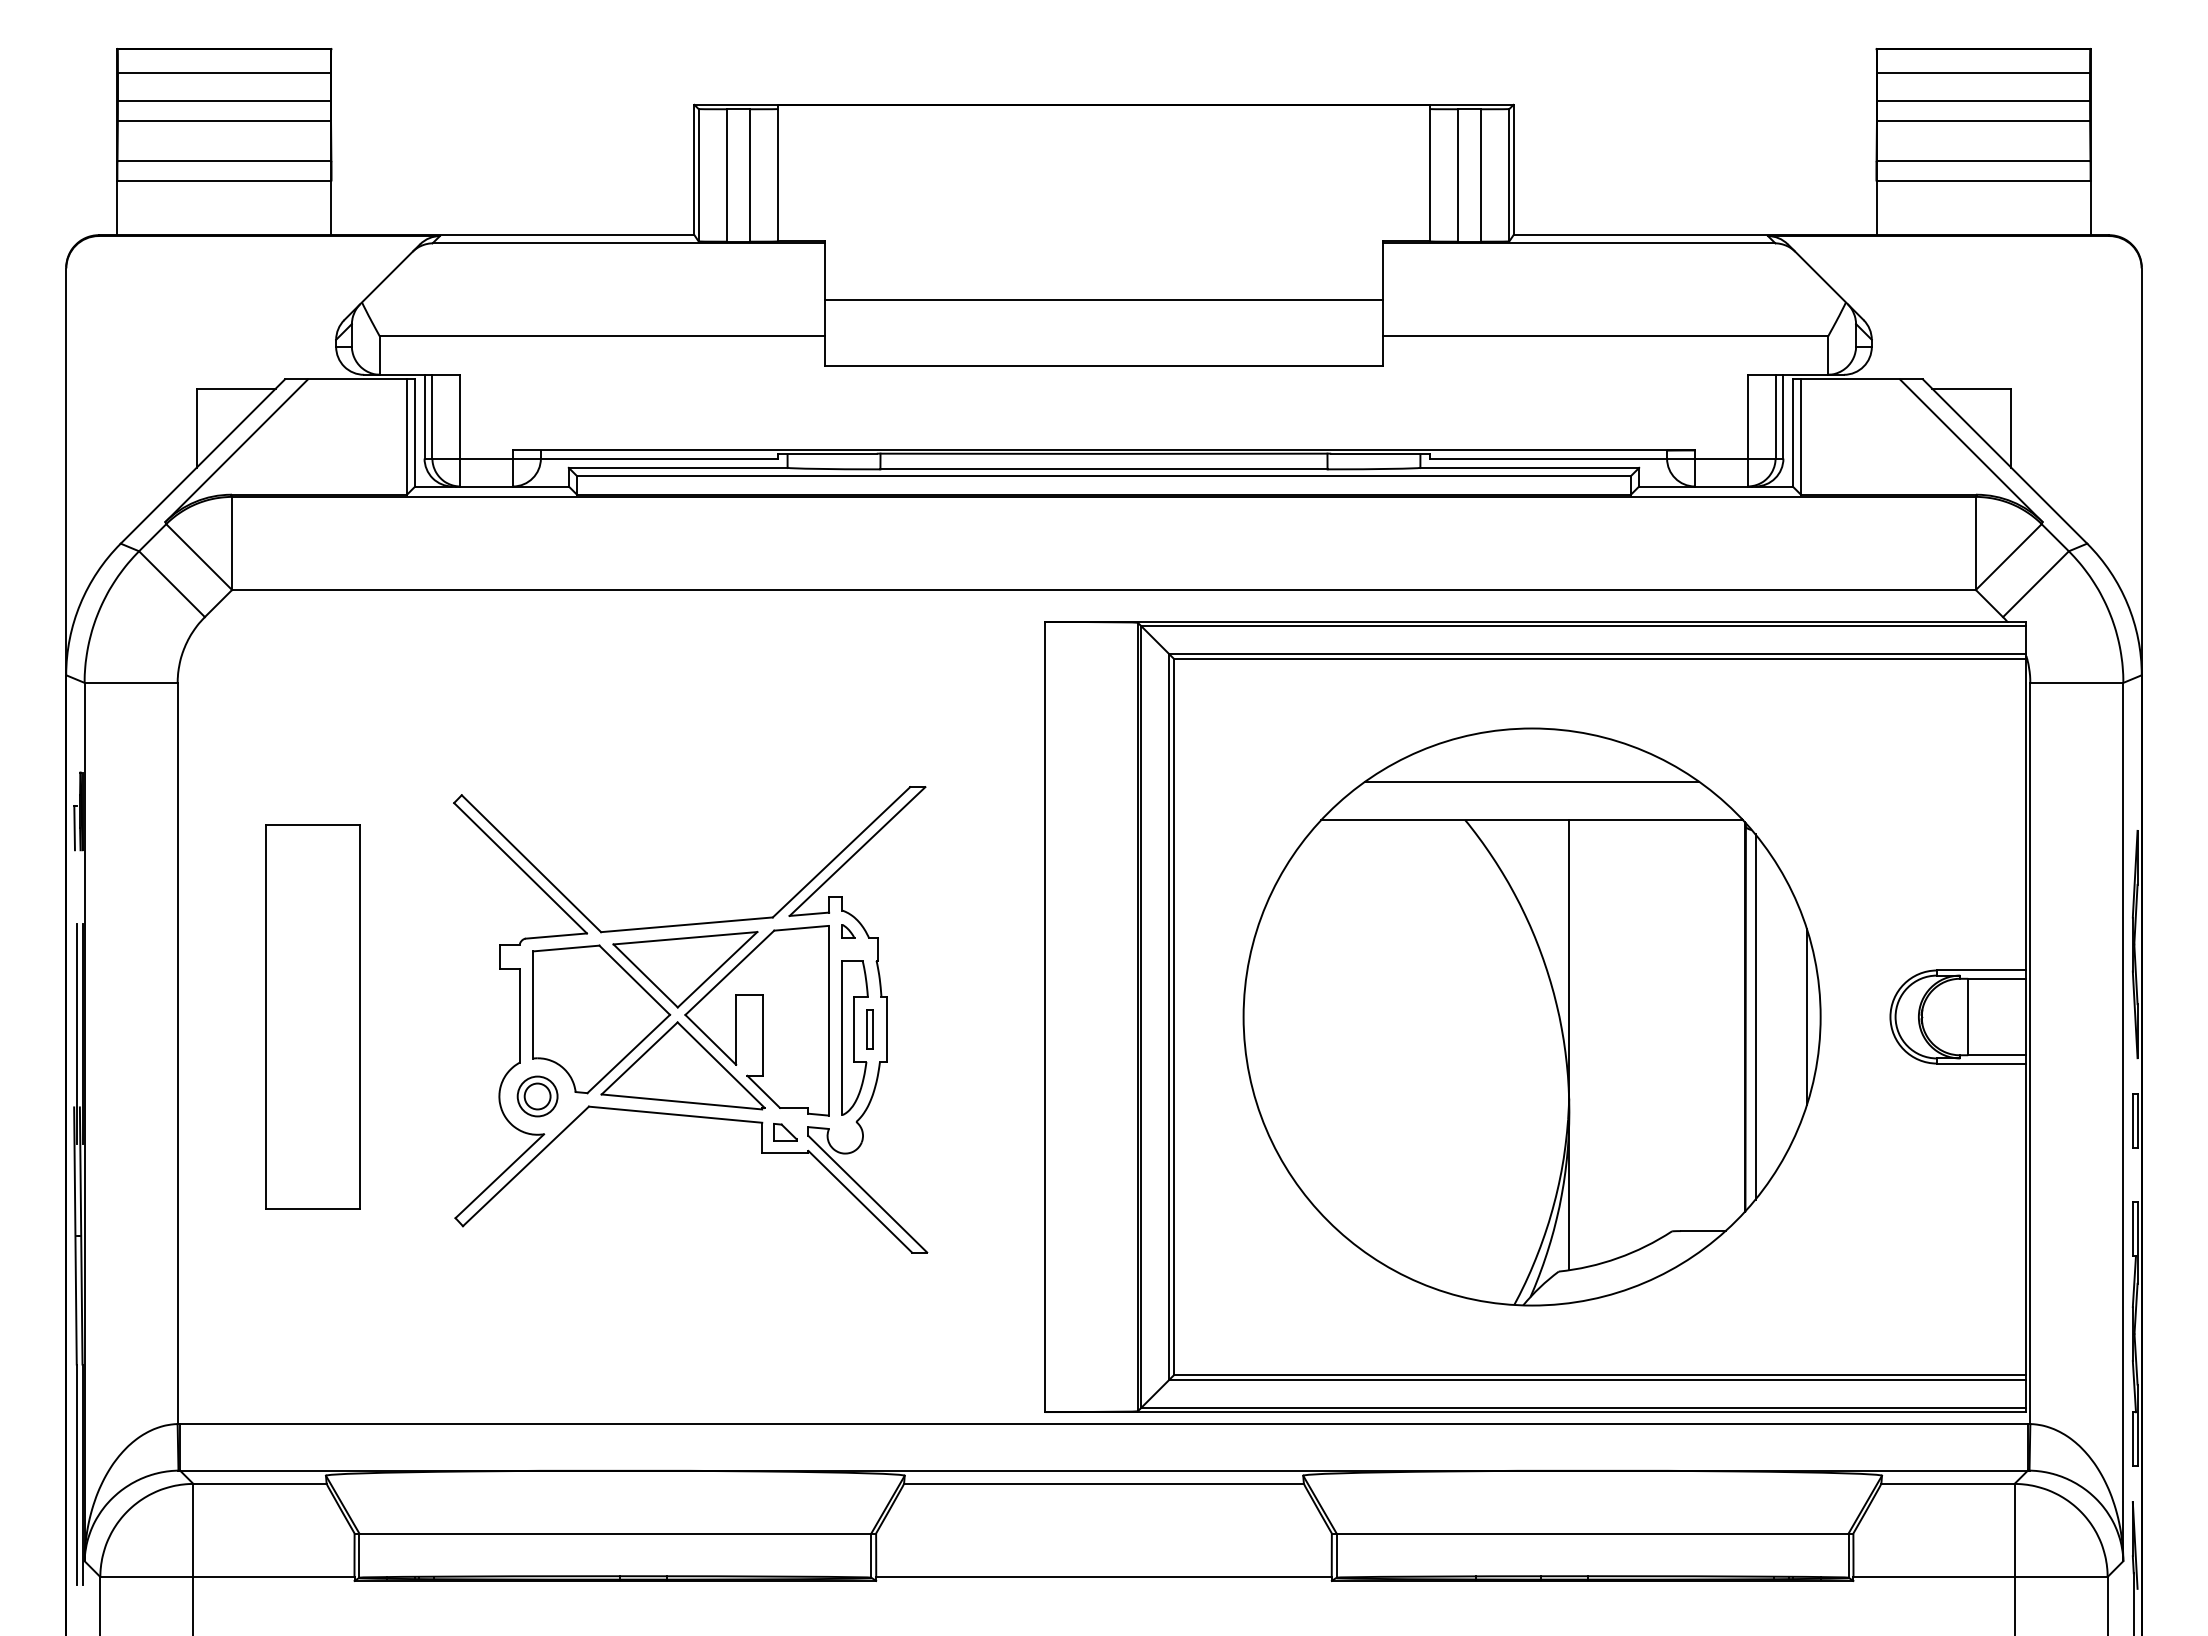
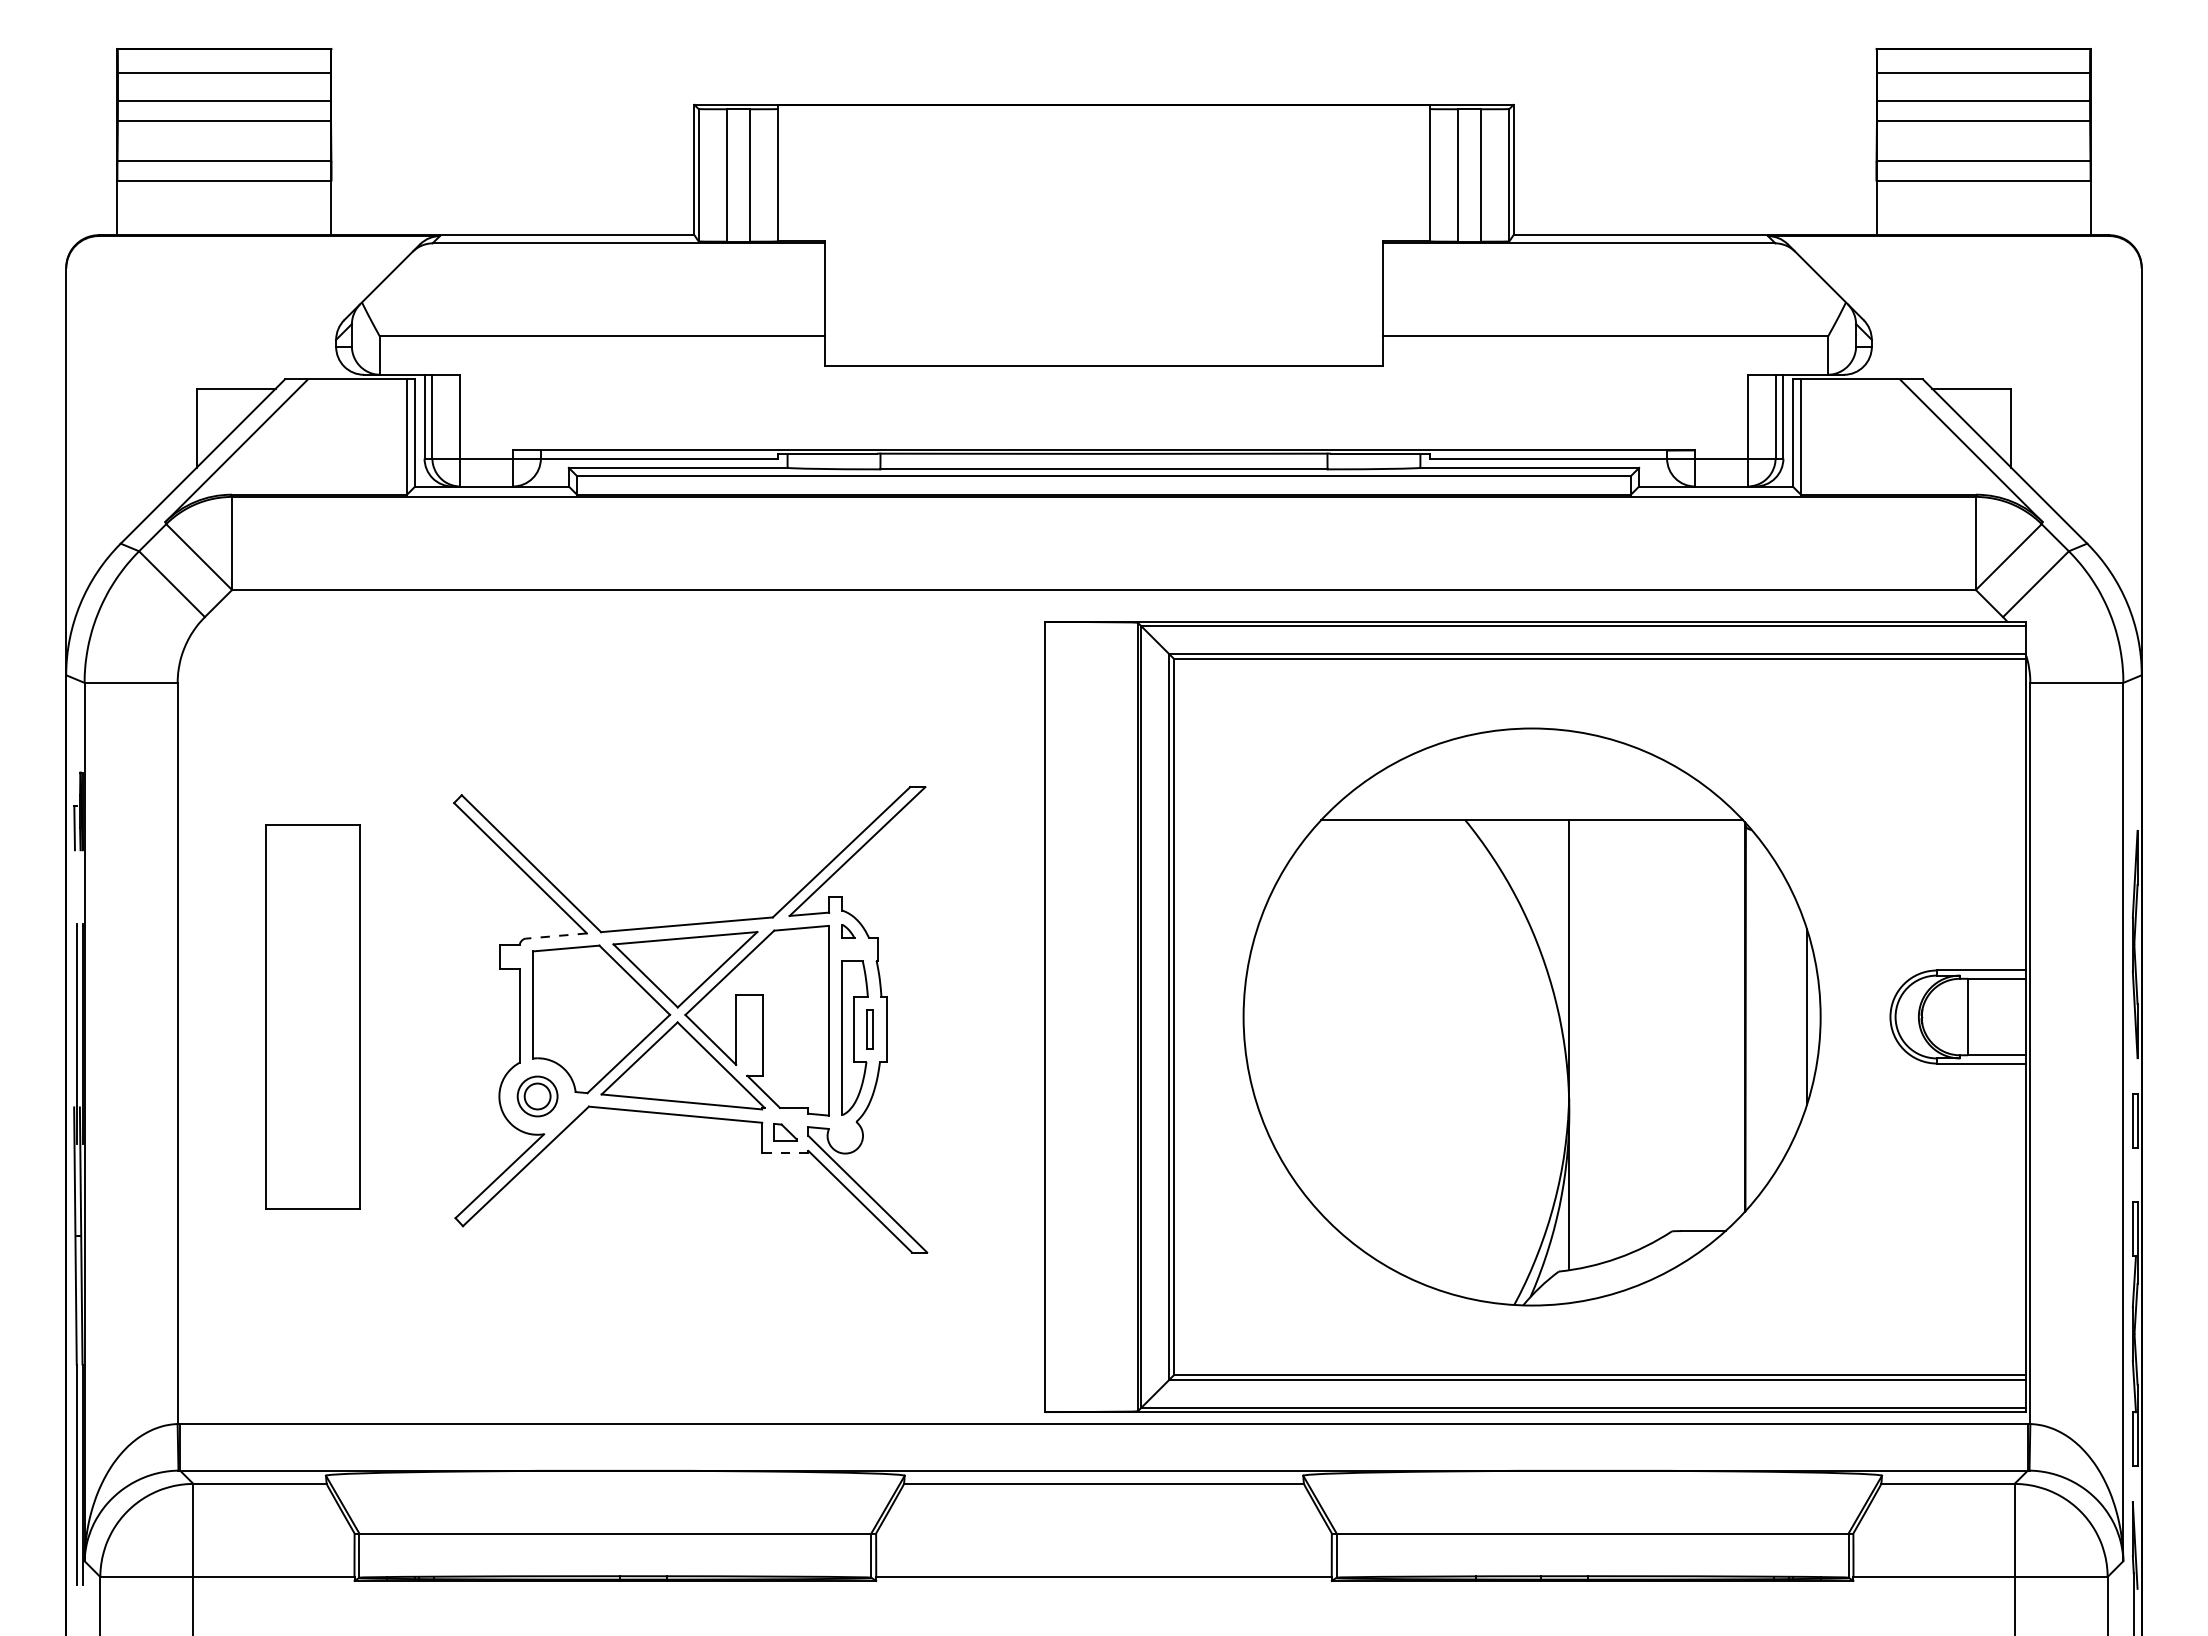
line at (1103, 300): present -> none
line at (1532, 781): present -> none
line at (556, 936): solid -> dashed
line at (1755, 1016): present -> none
line at (785, 1153): solid -> dashed
